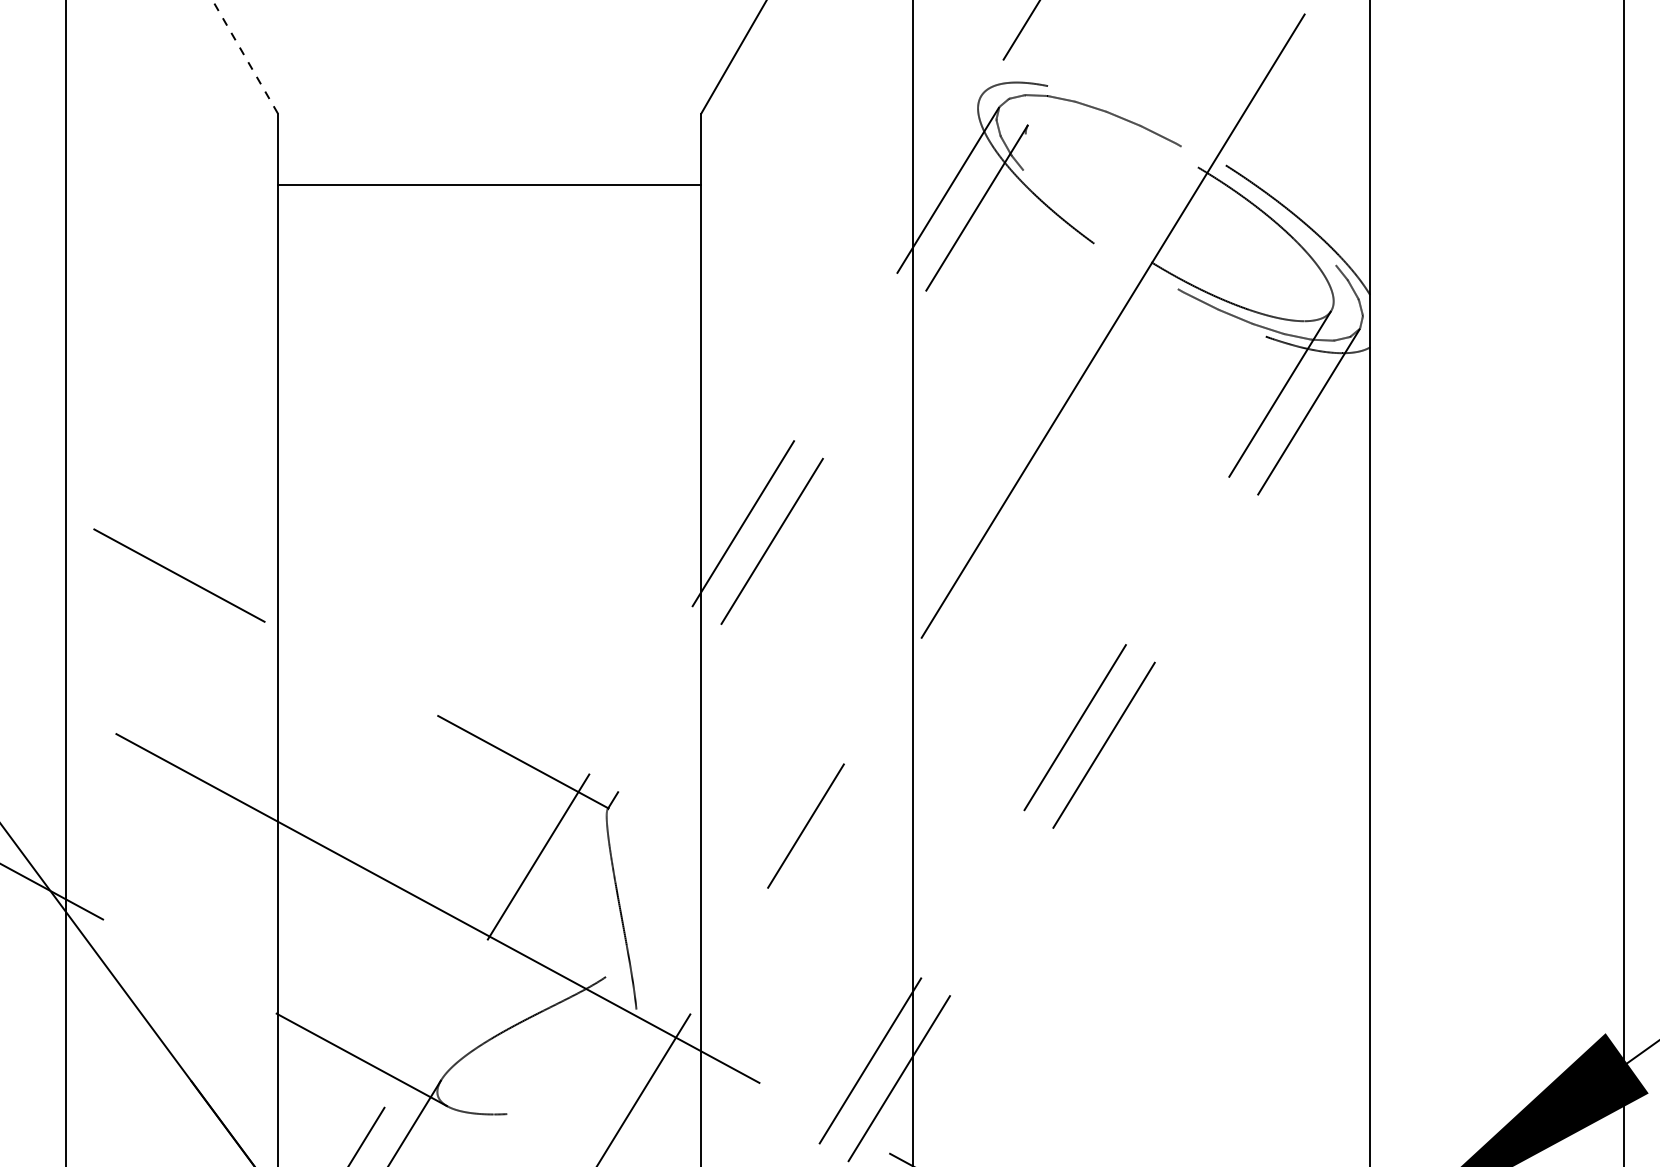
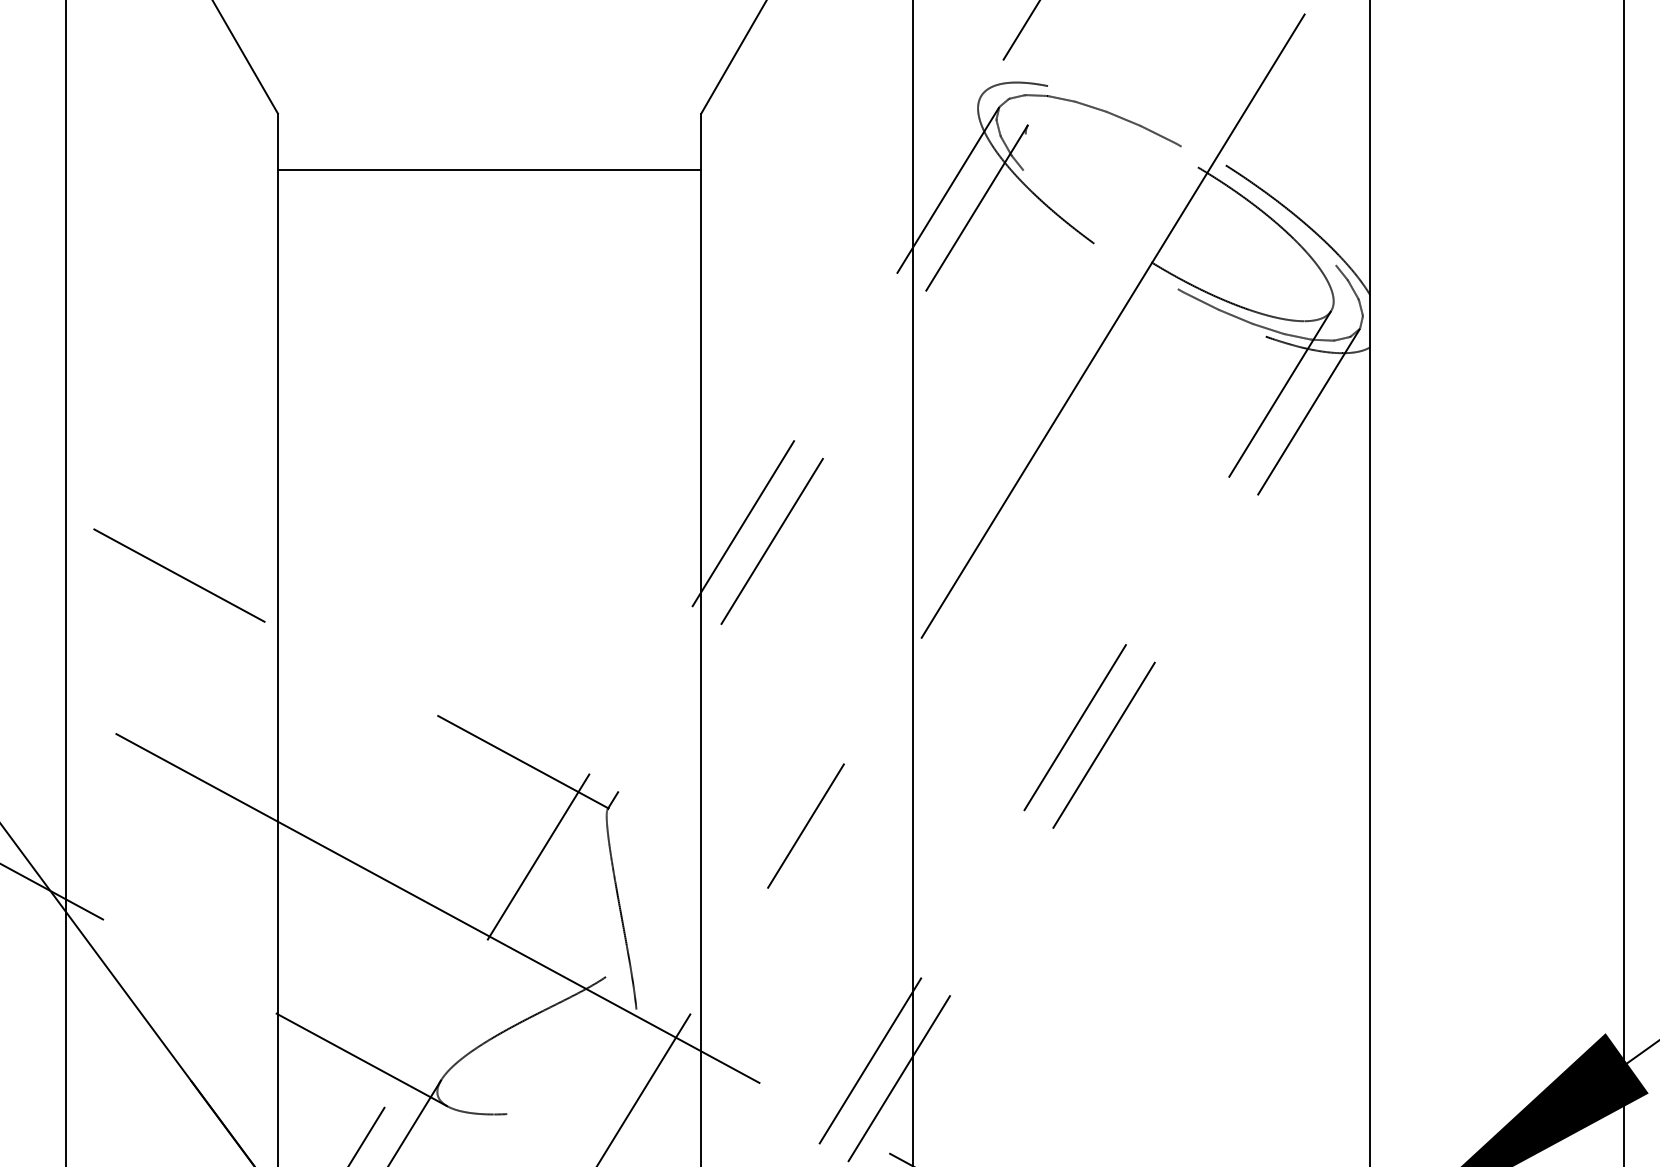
line at (244, 56): dashed -> solid
line at (489, 185) position: (489, 185) -> (489, 170)
